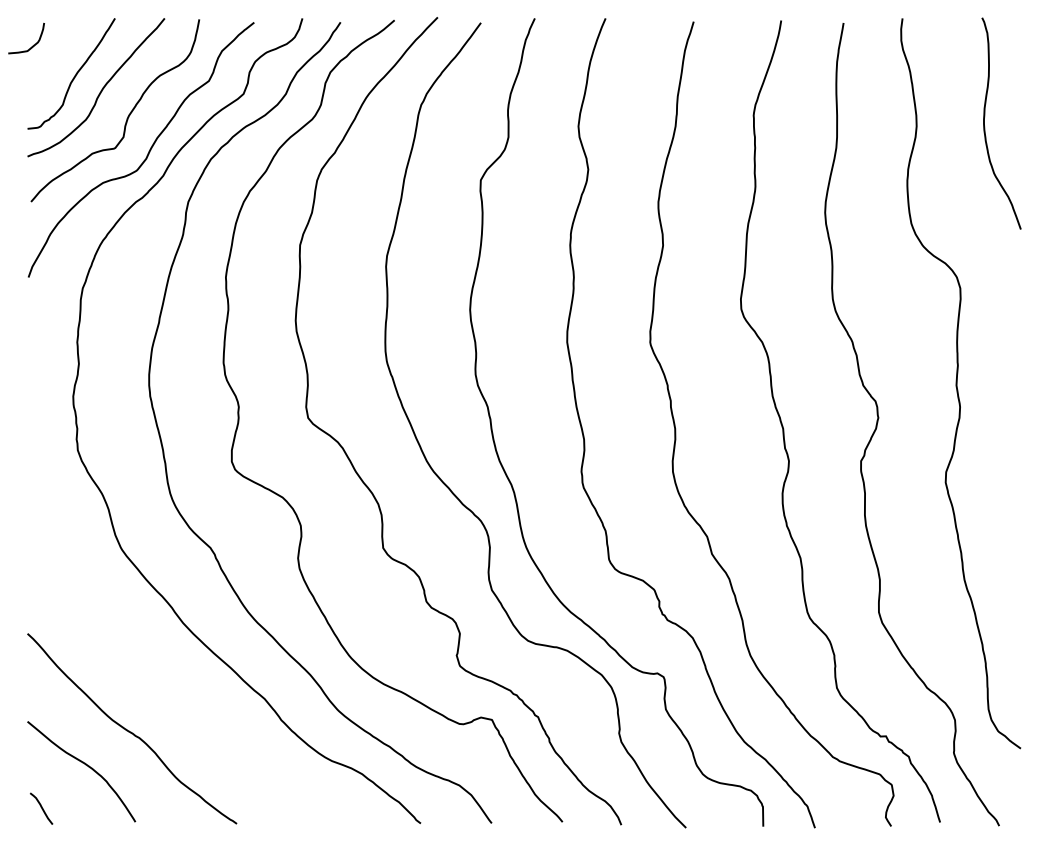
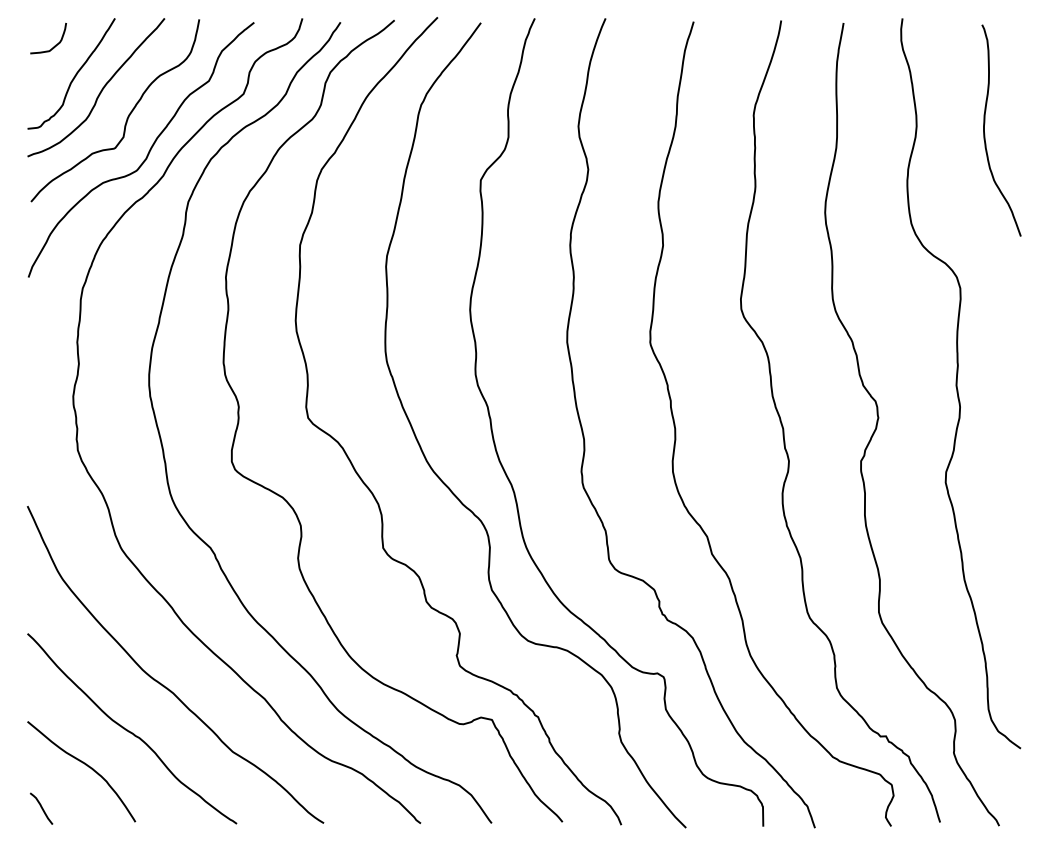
curve at (33, 44) position: (33, 44) -> (55, 44)
curve at (985, 127) position: (985, 127) -> (985, 134)
curve at (163, 684): none -> present
